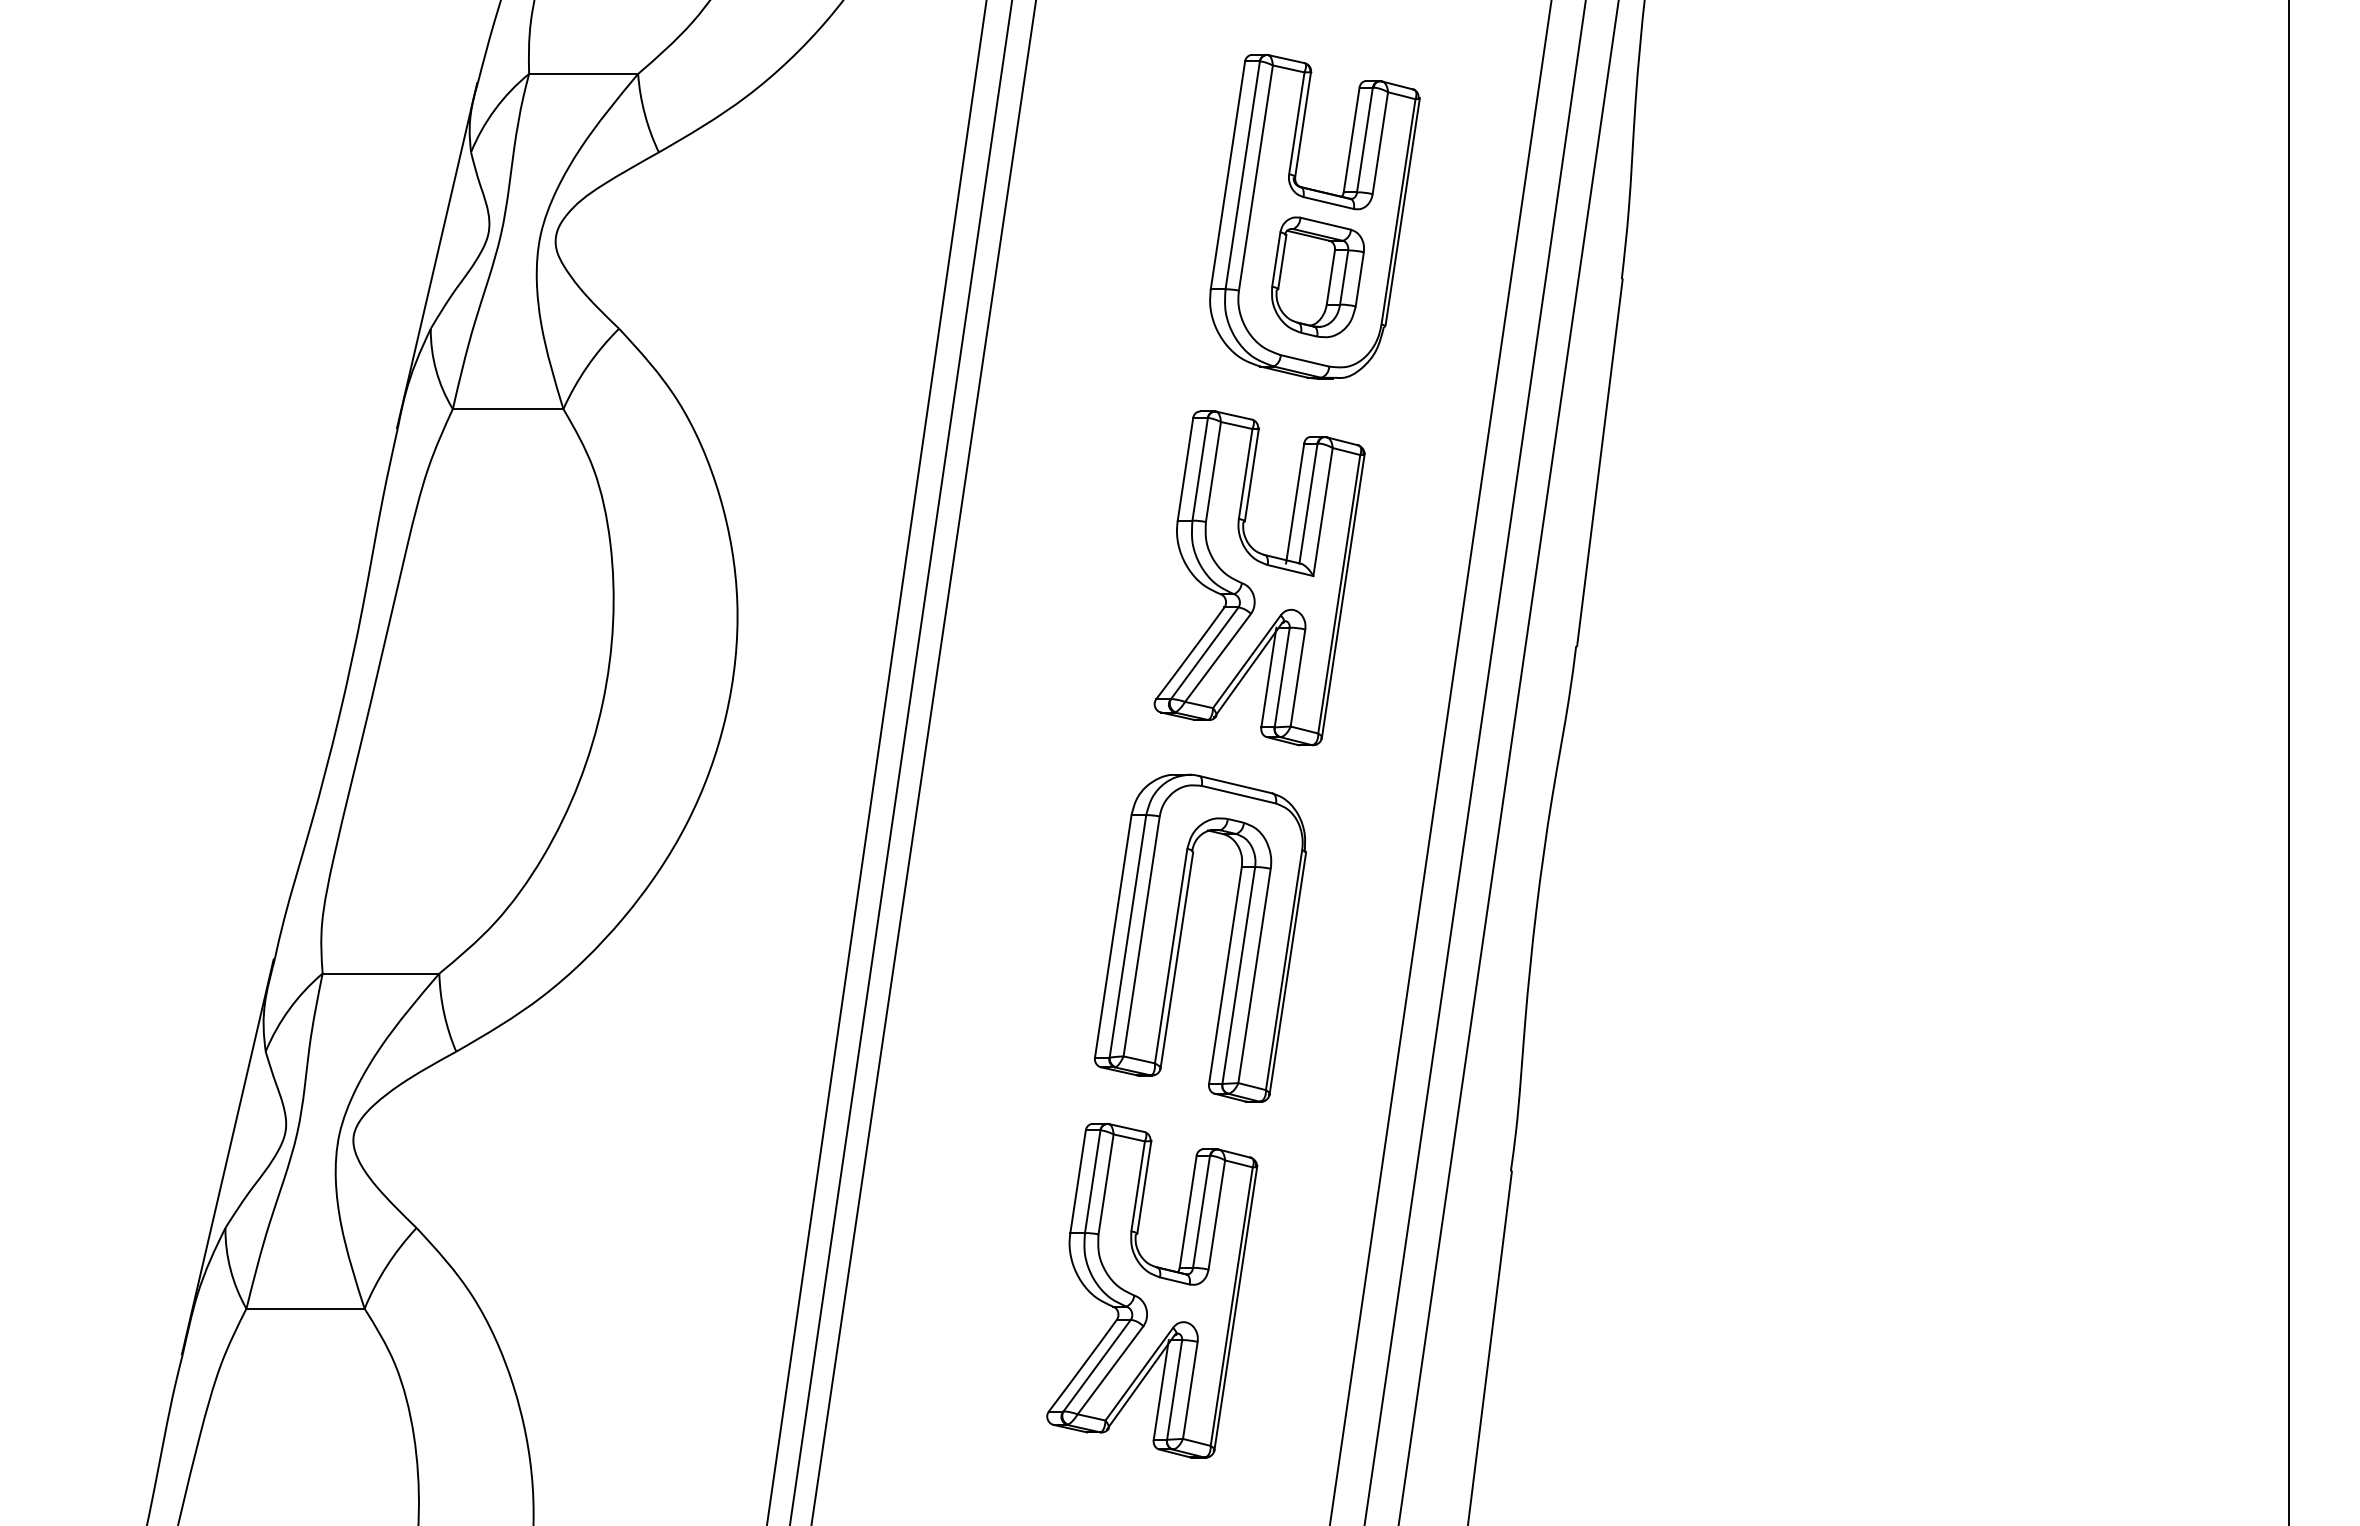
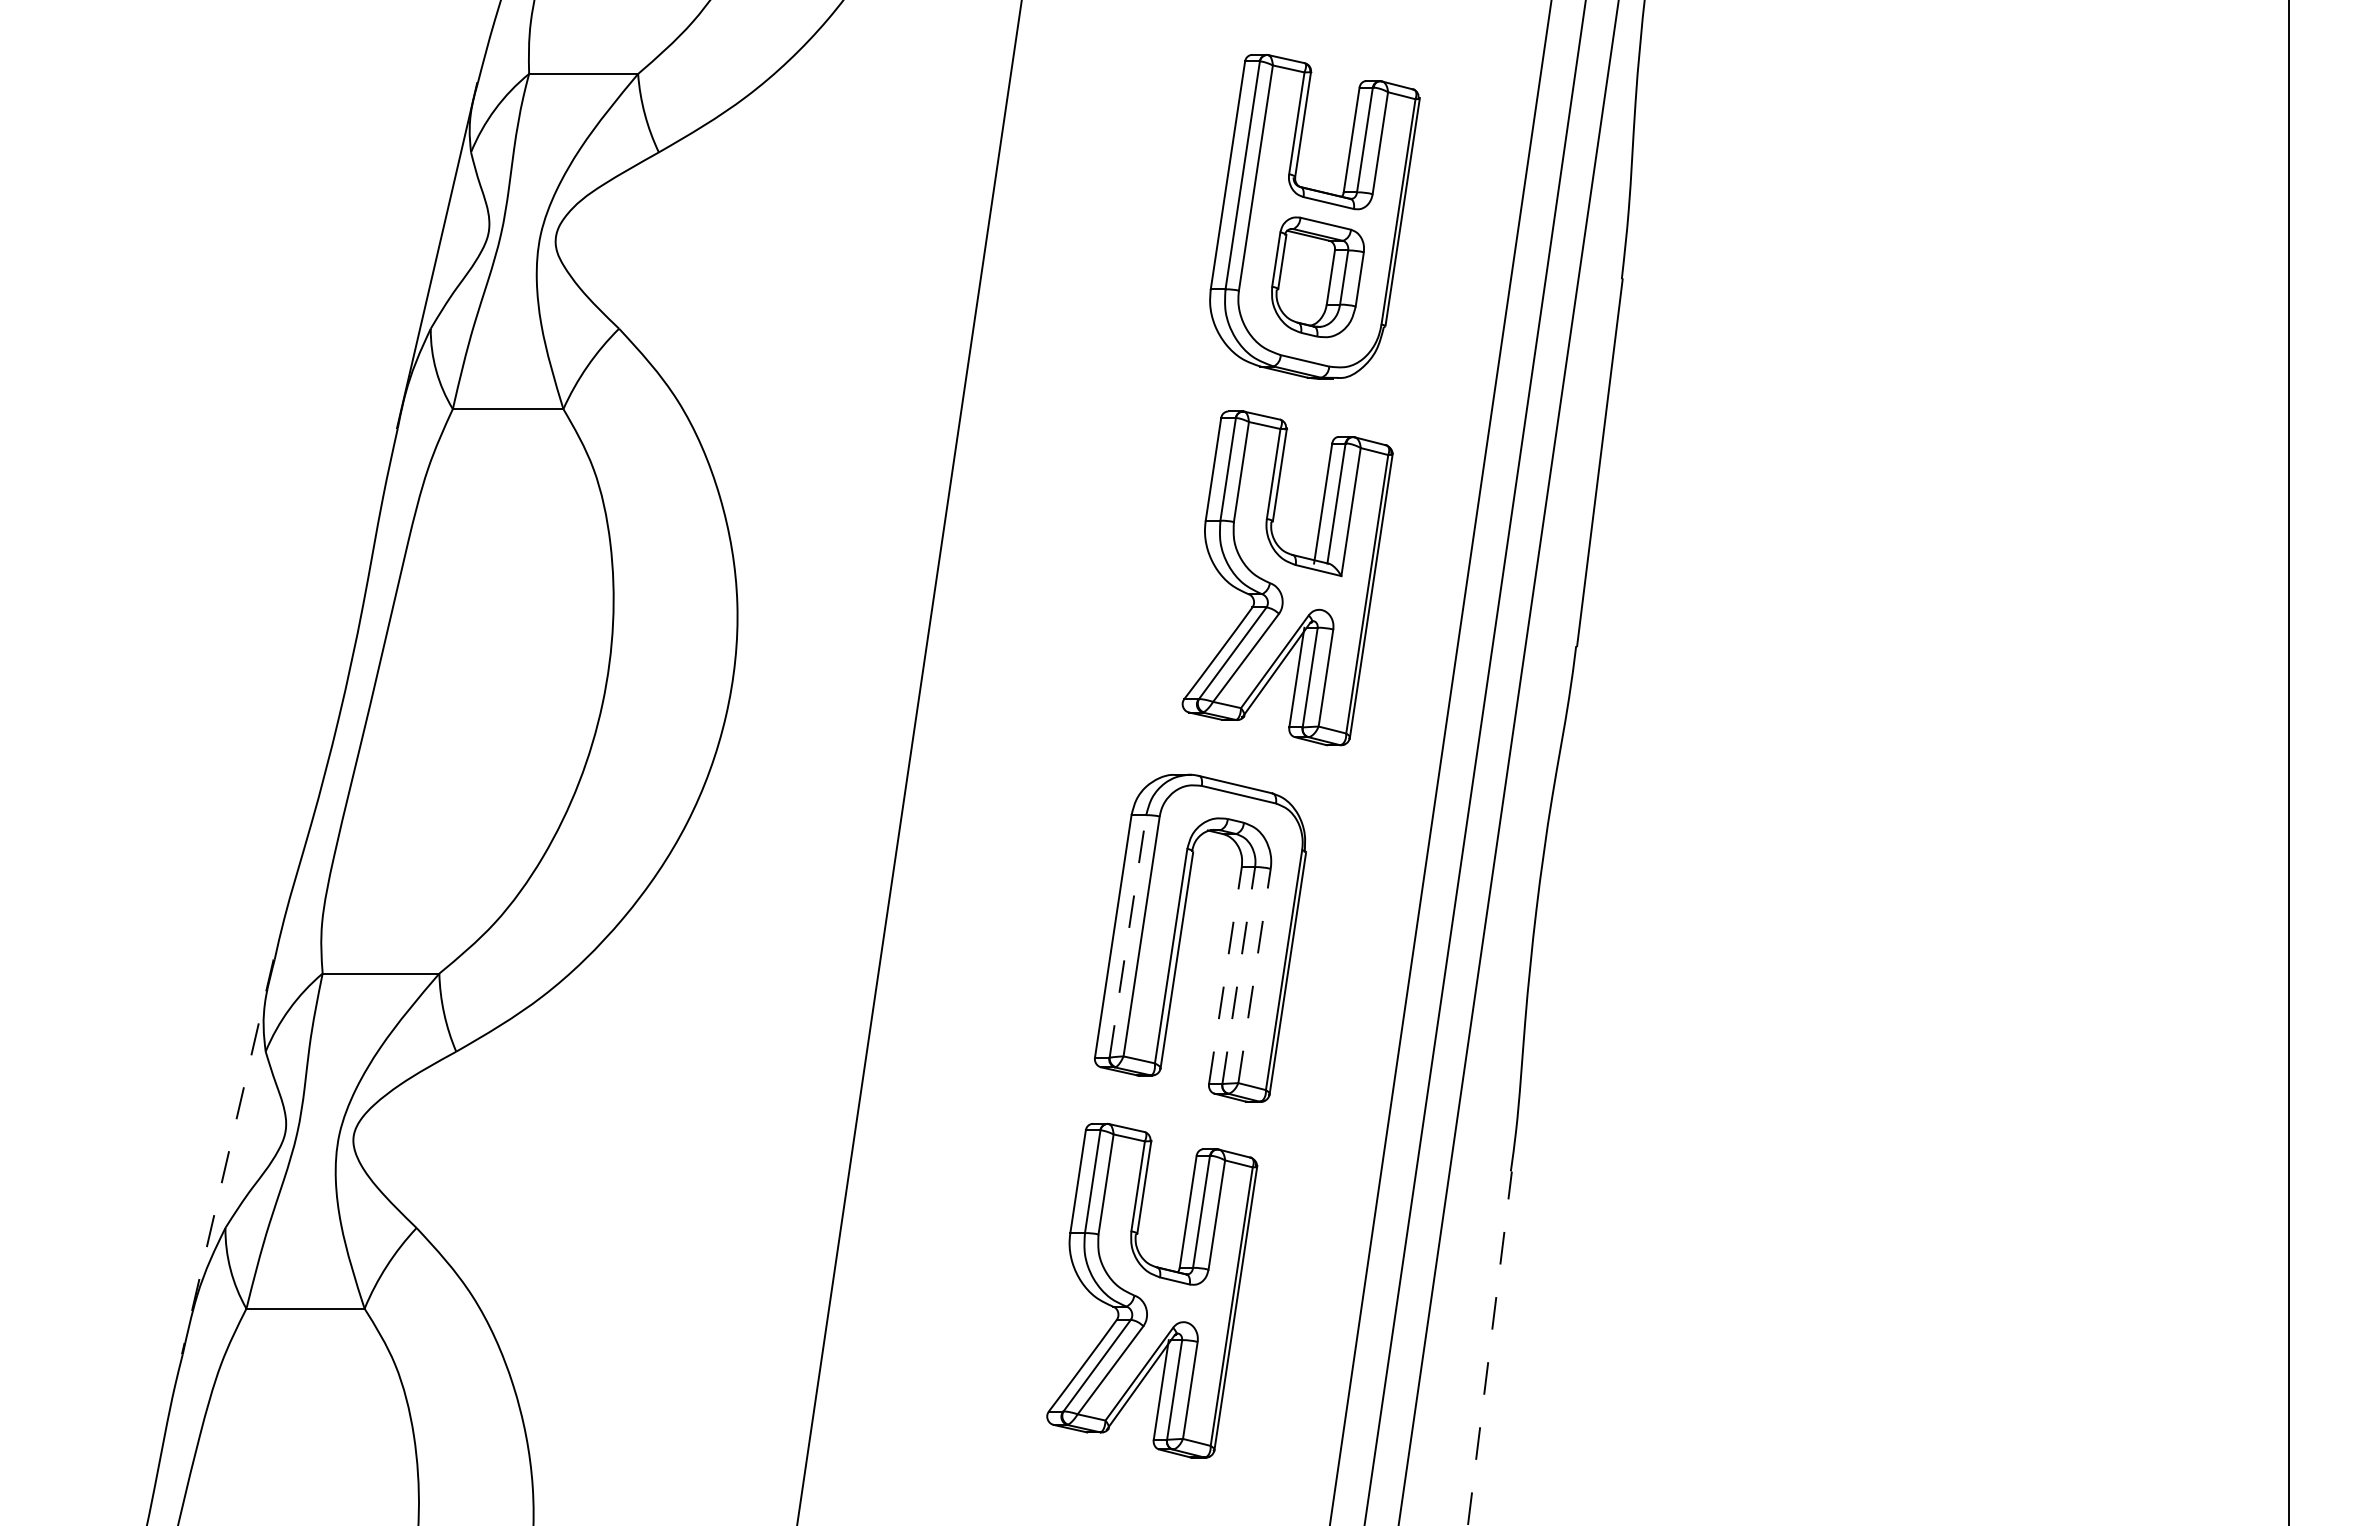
part at (1259, 578) position: (1259, 578) -> (1287, 578)
line at (876, 762): present -> none
line at (900, 762): present -> none
line at (923, 762) position: (923, 762) -> (909, 762)
line at (1127, 936): solid -> dashed
line at (1225, 975): solid -> dashed
line at (1238, 975): solid -> dashed
line at (1254, 975): solid -> dashed
line at (227, 1156): solid -> dashed
line at (1489, 1348): solid -> dashed
